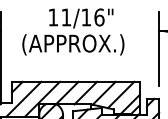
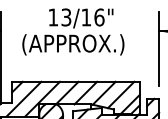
text at (66, 17): 11/16" -> 13/16"
